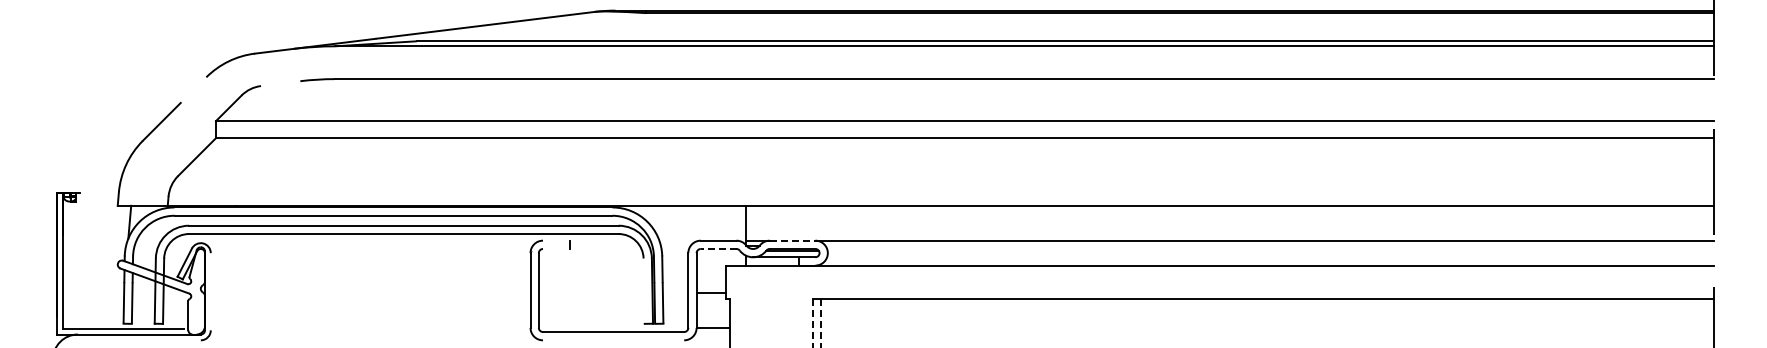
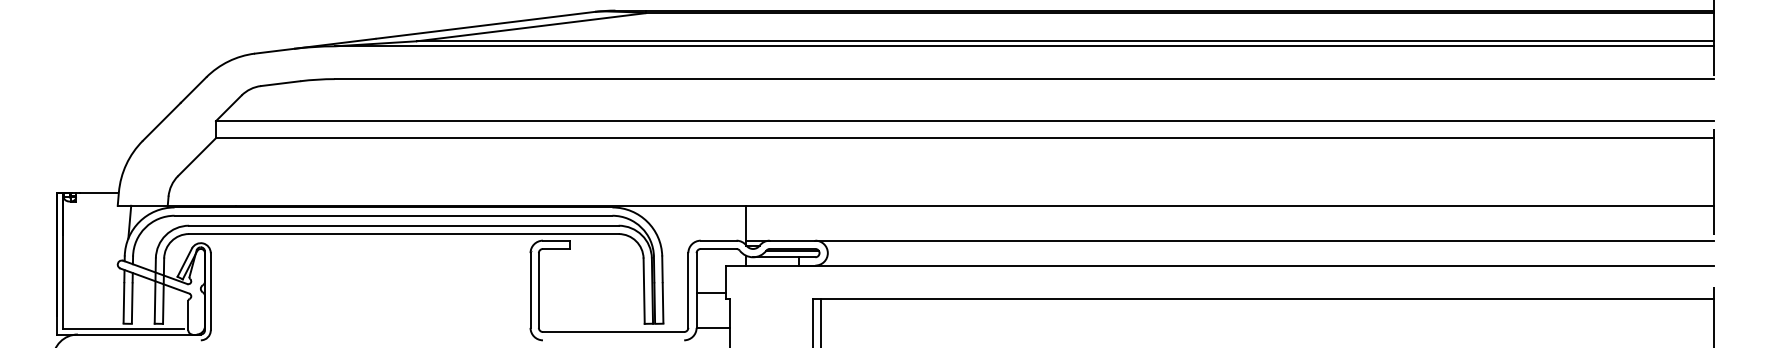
line at (531, 27): none -> present
line at (280, 83): none -> present
line at (193, 89): none -> present
line at (99, 193): none -> present
line at (555, 240): none -> present
line at (792, 240): dashed -> solid
line at (555, 248): none -> present
line at (718, 248): dashed -> solid
line at (643, 290): none -> present
line at (210, 291): none -> present
line at (812, 323): dashed -> solid
line at (821, 323): dashed -> solid
